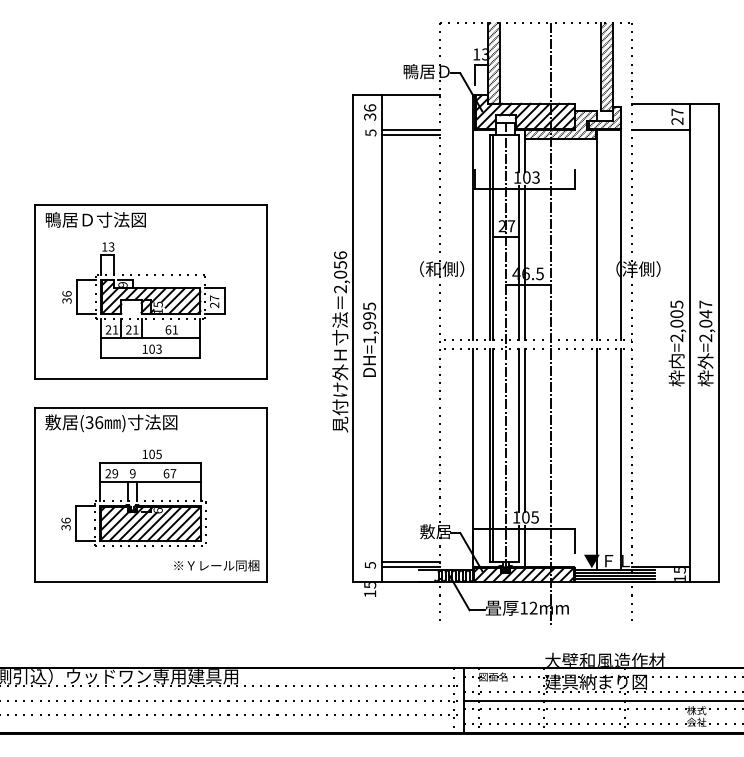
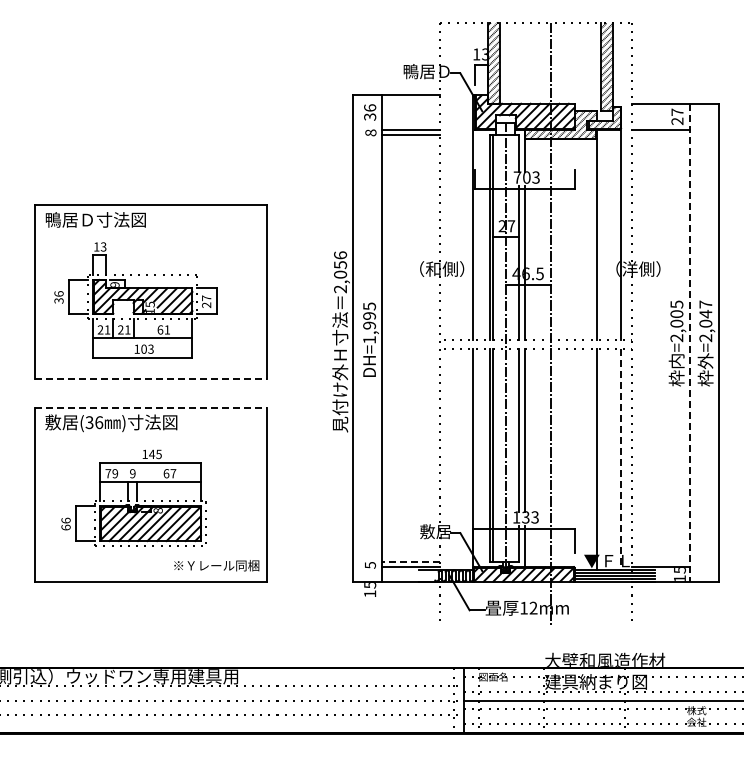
text at (370, 132): 5 -> 8
text at (517, 177): 103 -> 703
part at (143, 300) position: (143, 300) -> (135, 300)
line at (689, 342): solid -> dashed
line at (150, 378): solid -> dashed
line at (150, 407): solid -> dashed
text at (152, 454): 105 -> 145
line at (621, 460): solid -> dashed
text at (108, 473): 29 -> 79
text at (157, 510): 6 -> 8
text at (530, 517): 105 -> 133
text at (65, 527): 36 -> 66
line at (411, 562): solid -> dashed
